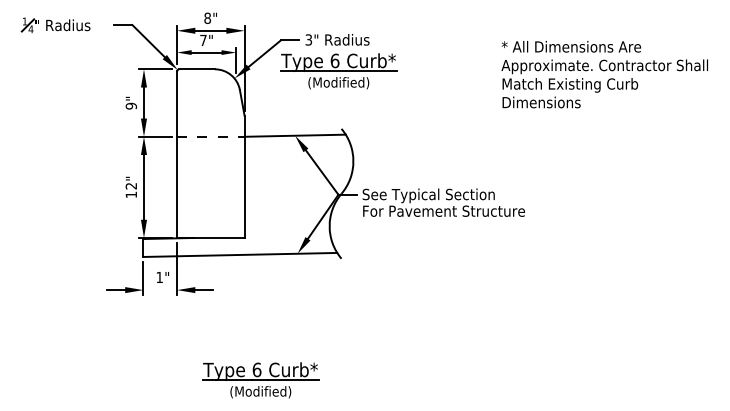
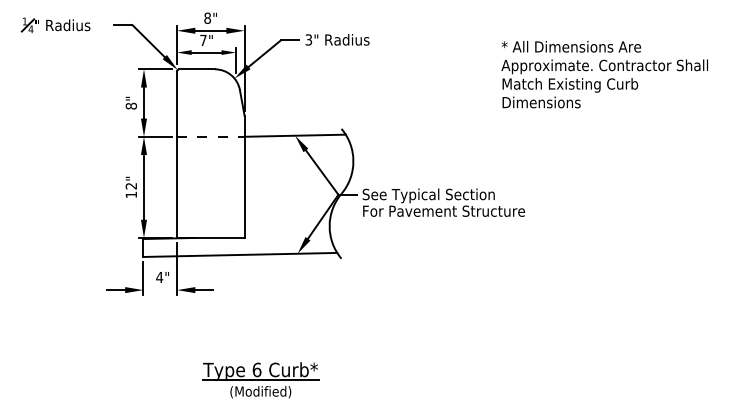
part at (338, 71): present -> none
text at (131, 105): 9" -> 8"
text at (159, 277): 1" -> 4"
